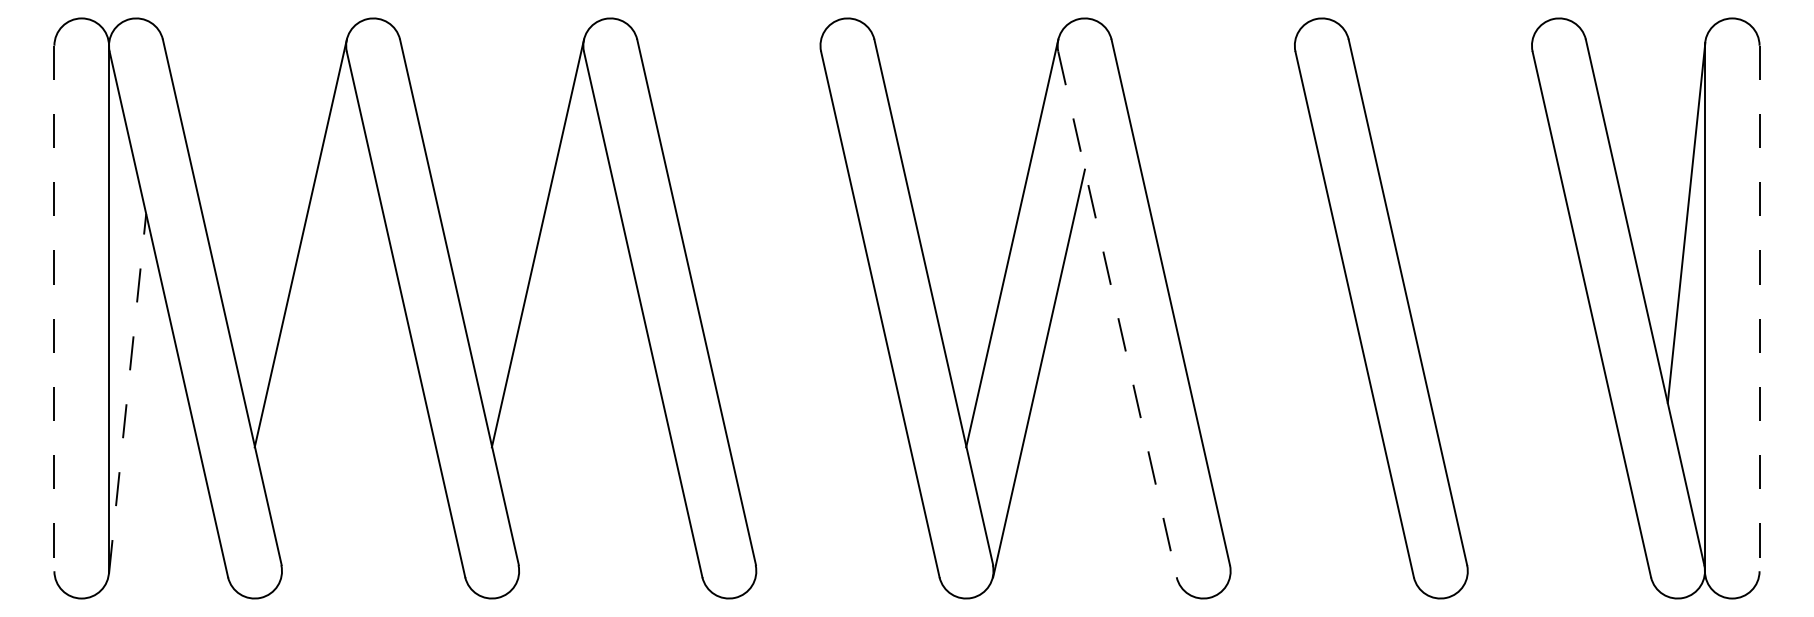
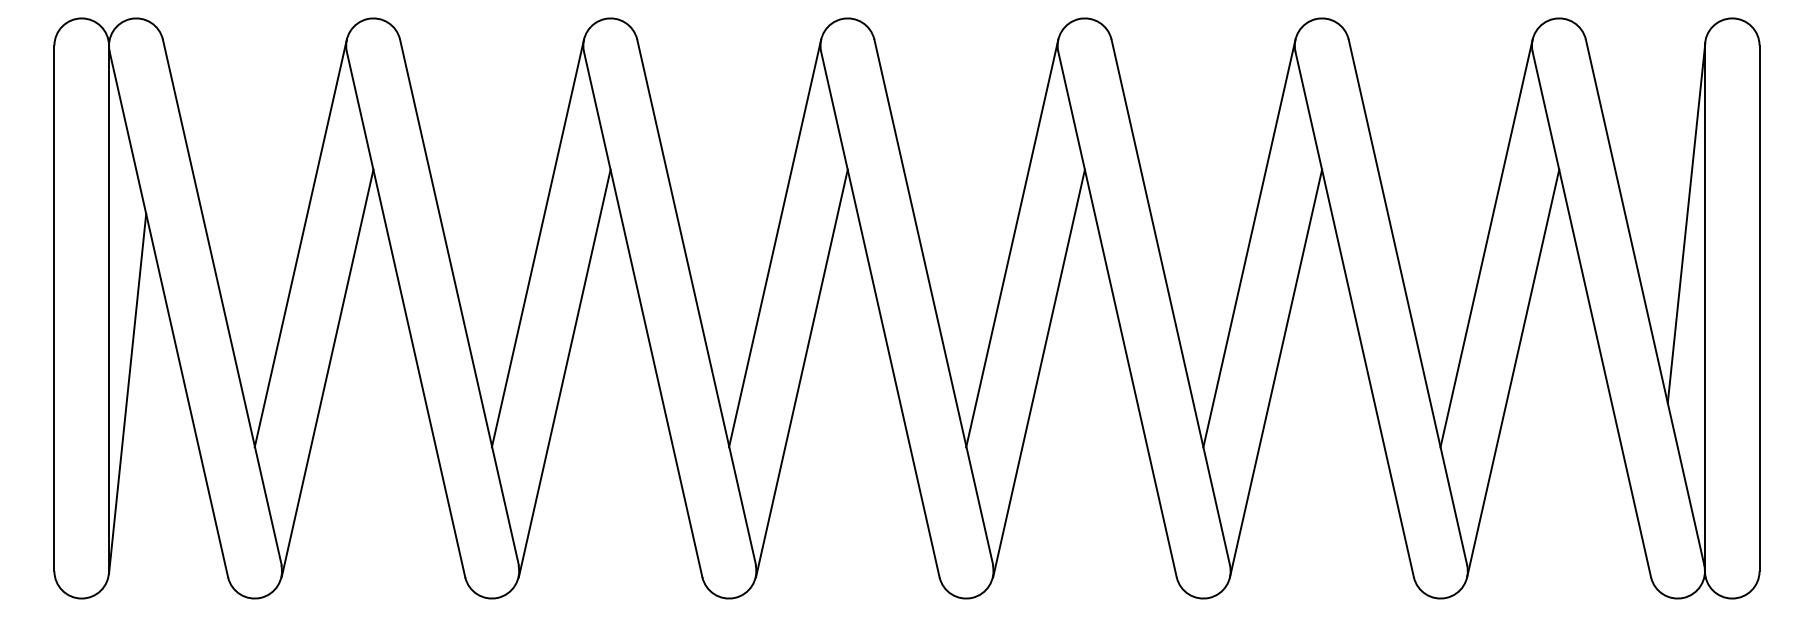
line at (775, 243): none -> present
line at (1249, 243): none -> present
line at (1486, 243): none -> present
line at (54, 308): dashed -> solid
line at (1759, 308): dashed -> solid
line at (1117, 315): dashed -> solid
line at (327, 373): none -> present
line at (564, 373): none -> present
line at (801, 373): none -> present
line at (1275, 373): none -> present
line at (1513, 373): none -> present
line at (127, 393): dashed -> solid
